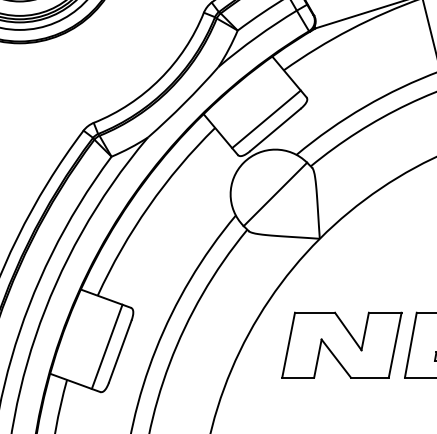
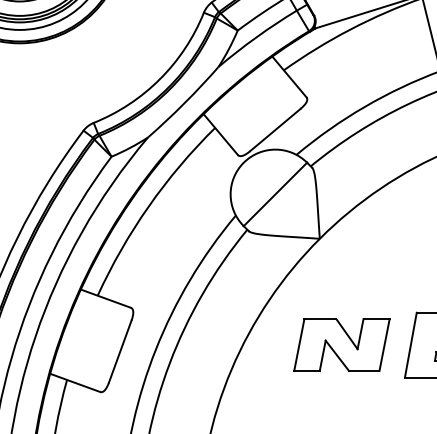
line at (266, 119): present -> none
part at (341, 344) size: 122x68 px -> 98x54 px
line at (106, 346): present -> none
